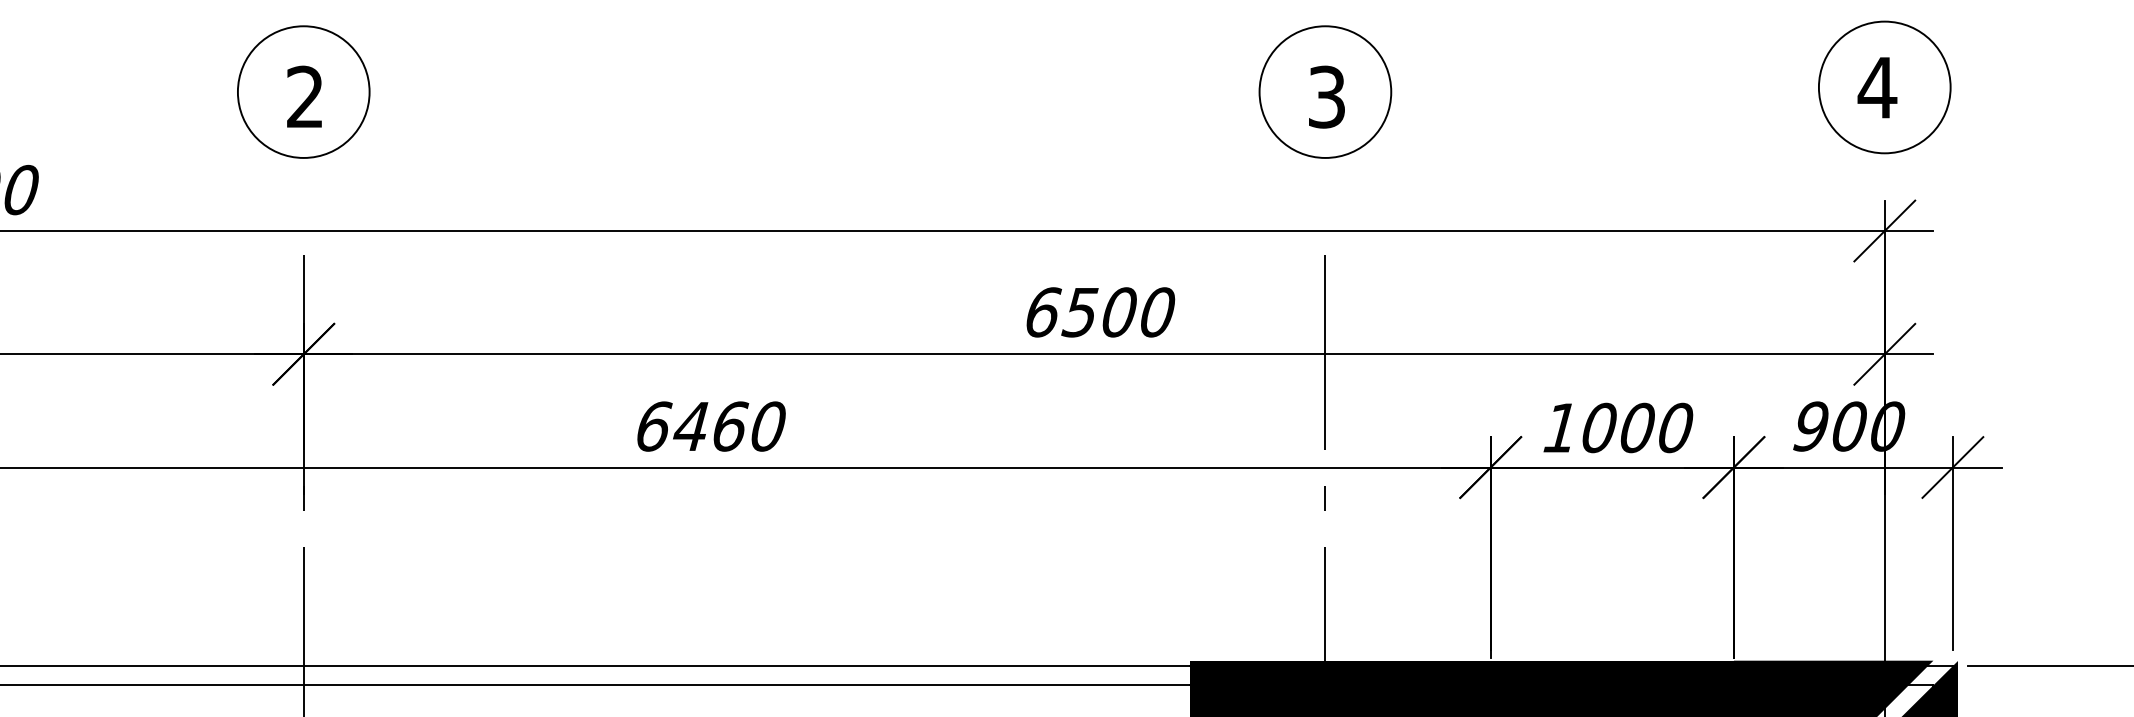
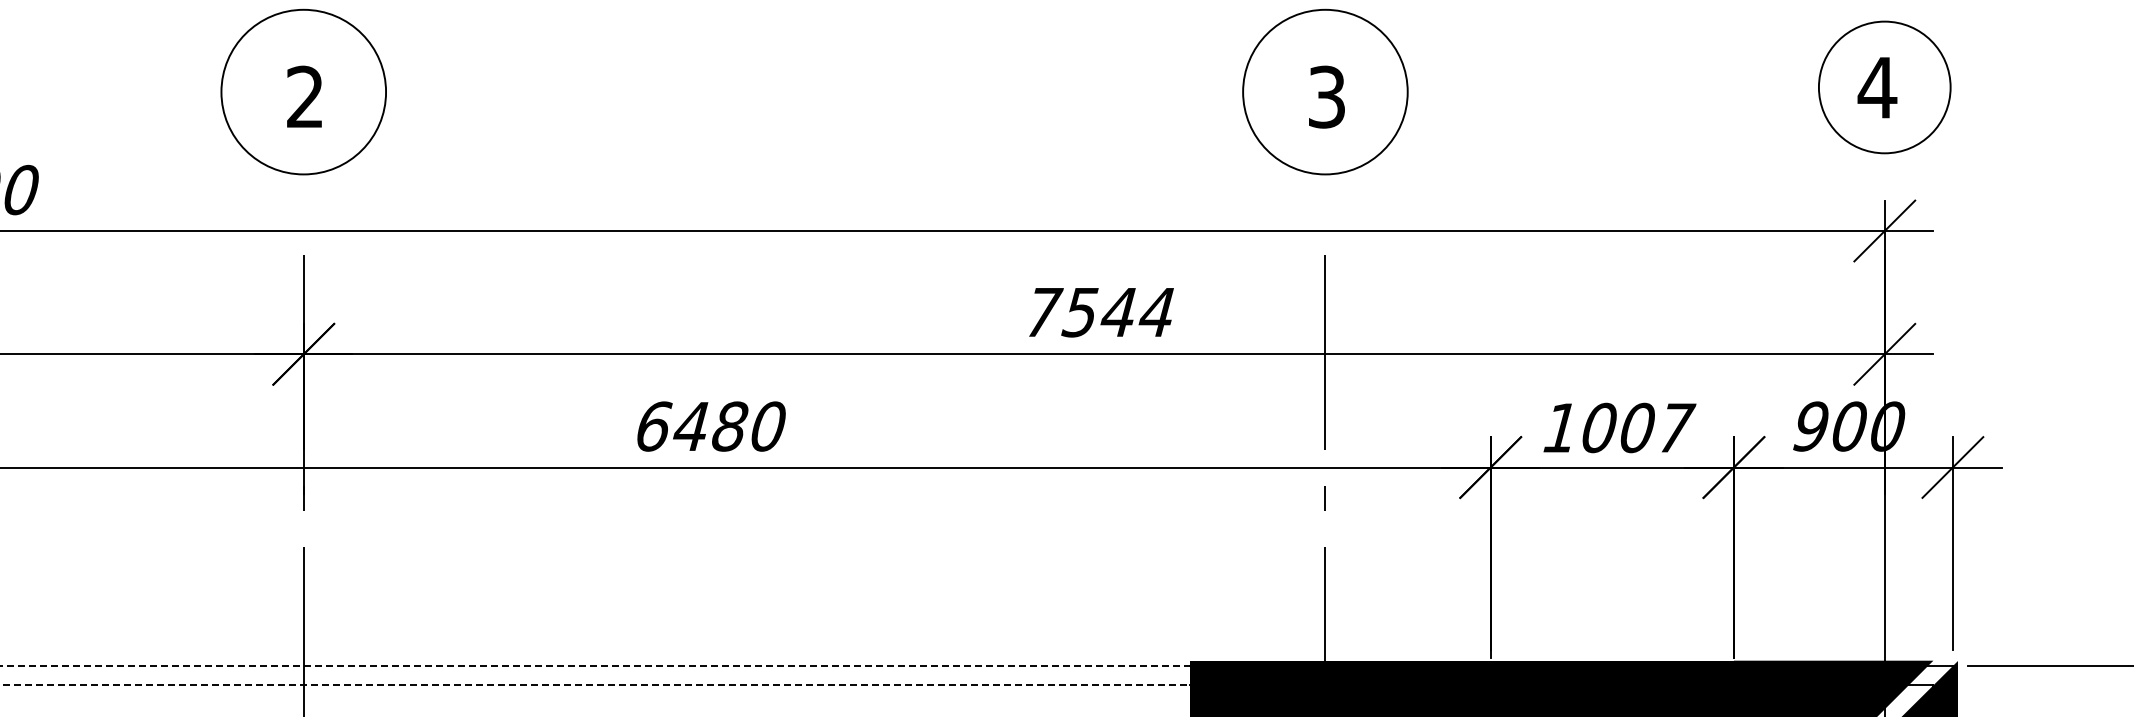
circle at (303, 91) diameter: 132 px -> 165 px
circle at (1325, 91) diameter: 132 px -> 165 px
text at (1100, 312): 6500 -> 7544
text at (730, 426): 6460 -> 6480
text at (1677, 427): 1000 -> 1007
line at (595, 665): solid -> dashed
line at (595, 685): solid -> dashed
